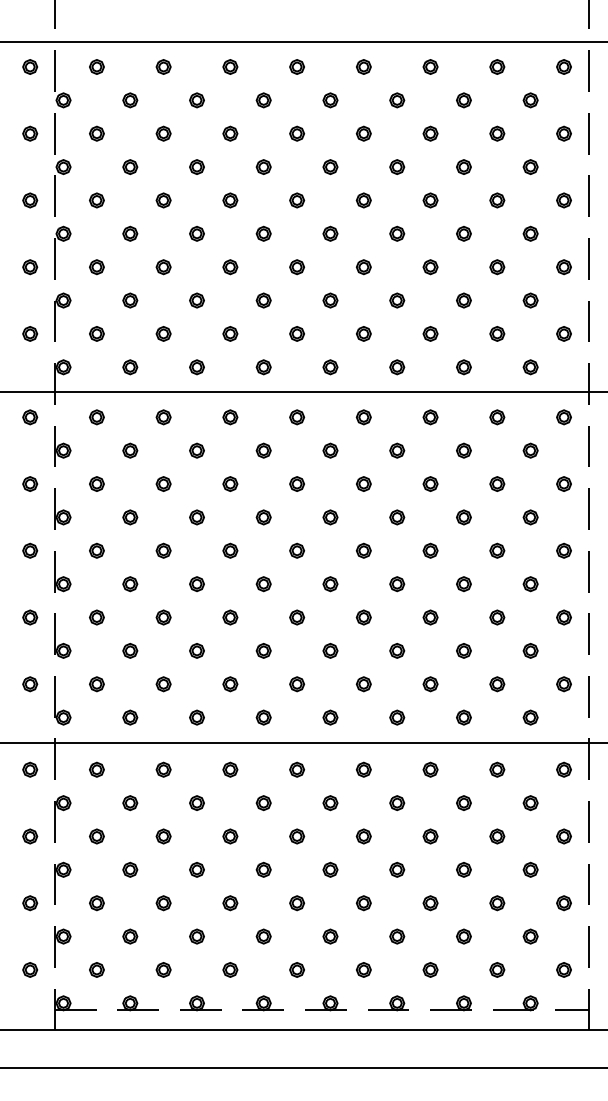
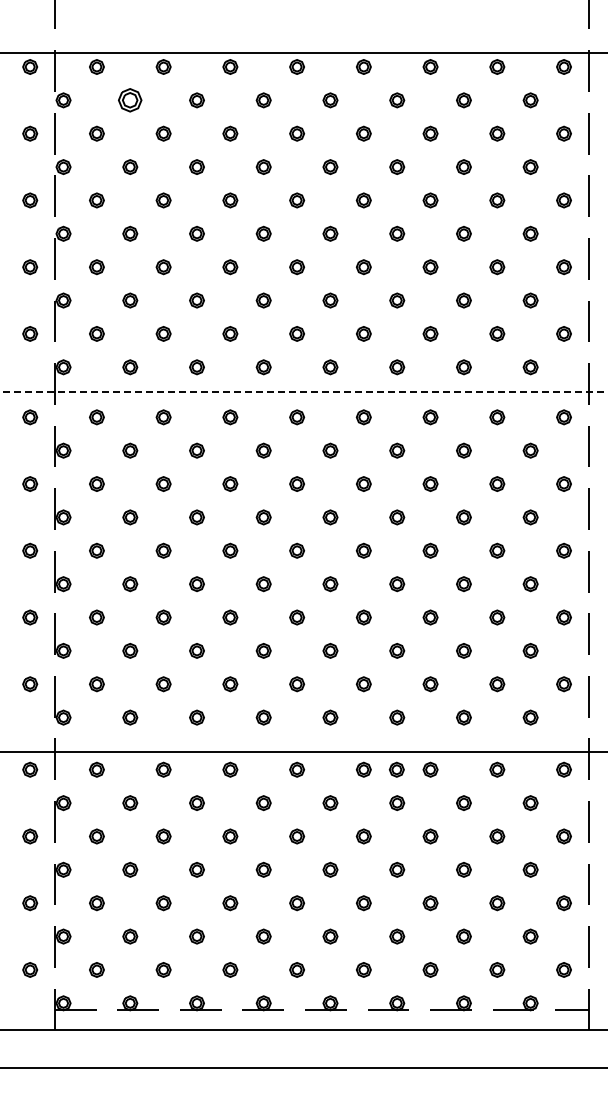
line at (303, 41) position: (303, 41) -> (303, 52)
part at (130, 100) size: 17x17 px -> 25x25 px
line at (303, 392): solid -> dashed
line at (303, 742) position: (303, 742) -> (303, 751)
part at (396, 769): none -> present
